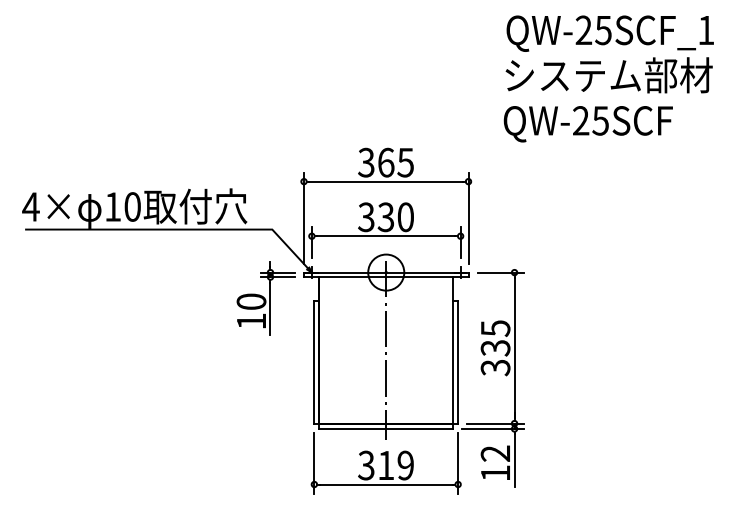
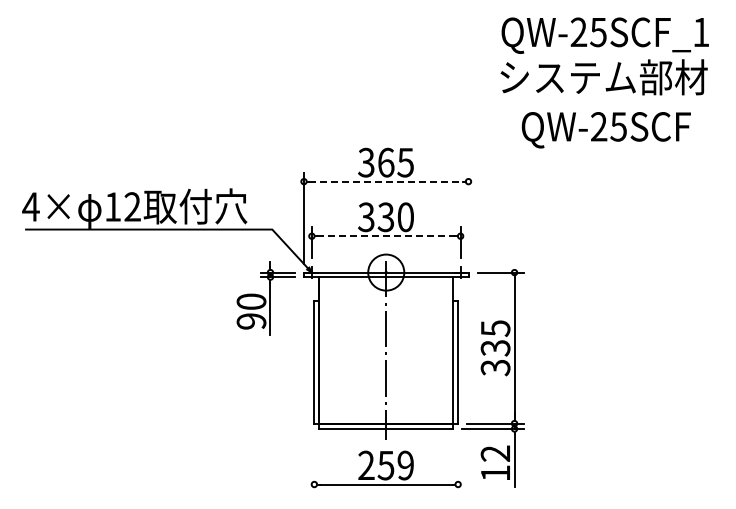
text at (609, 54) position: (609, 54) -> (604, 56)
text at (587, 124) position: (587, 124) -> (605, 130)
line at (386, 181): solid -> dashed
text at (132, 206): 10 -> 12
line at (468, 217): present -> none
line at (386, 236): solid -> dashed
text at (251, 321): 10 -> 90
line at (314, 462): present -> none
line at (458, 462): present -> none
text at (376, 465): 319 -> 259
